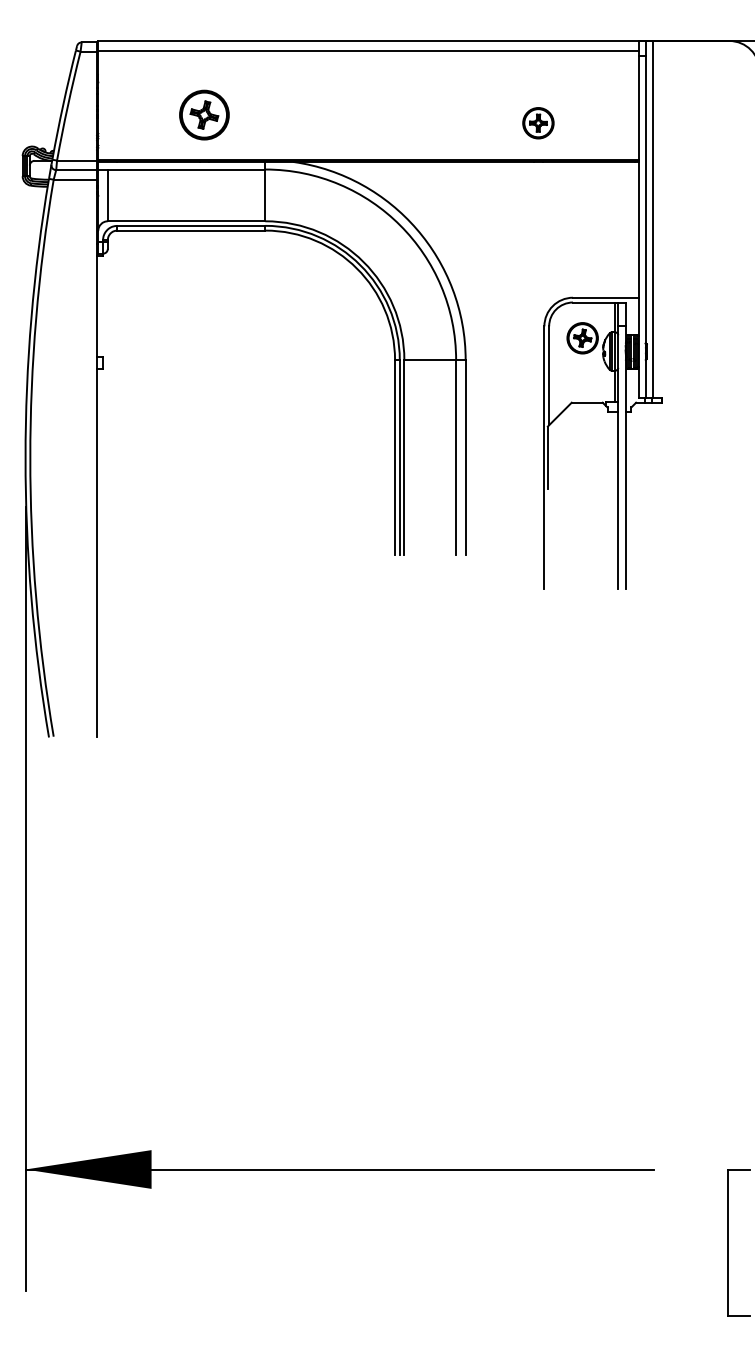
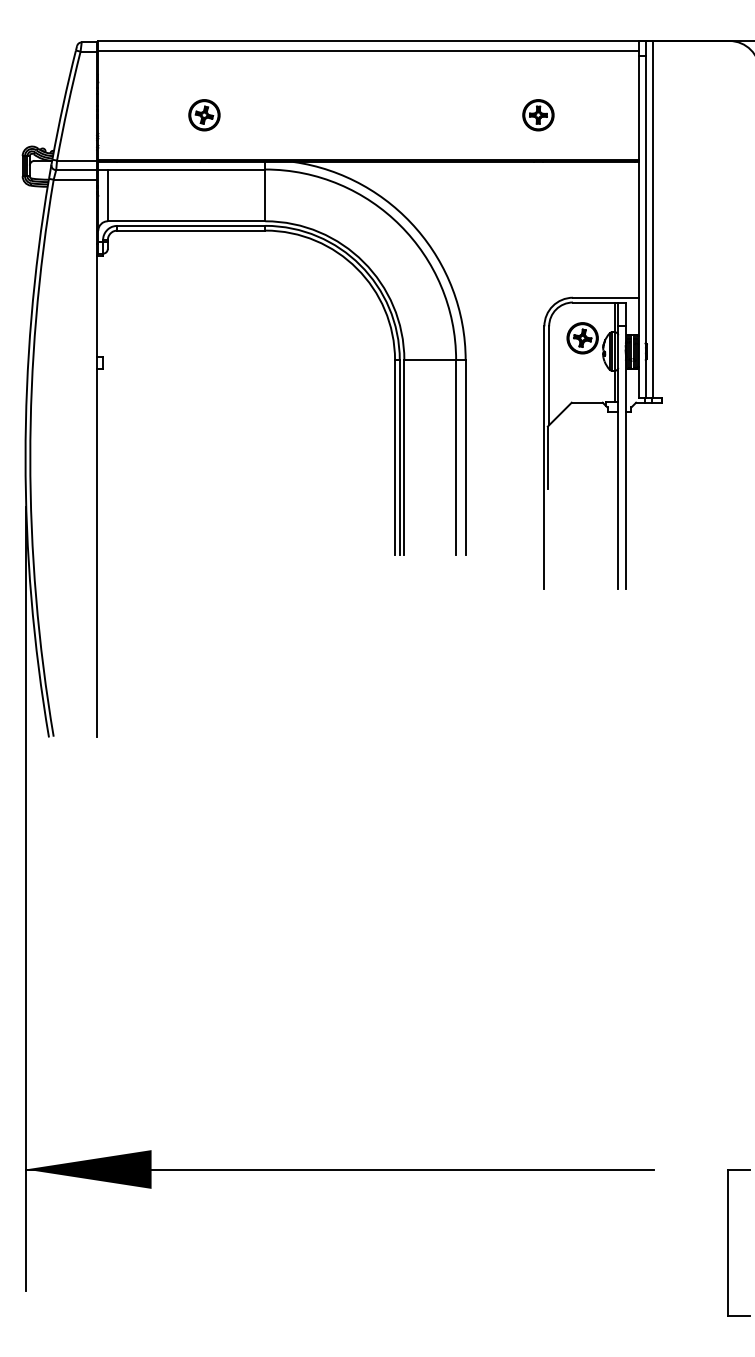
part at (204, 114) size: 51x52 px -> 33x33 px
part at (538, 123) position: (538, 123) -> (538, 115)
